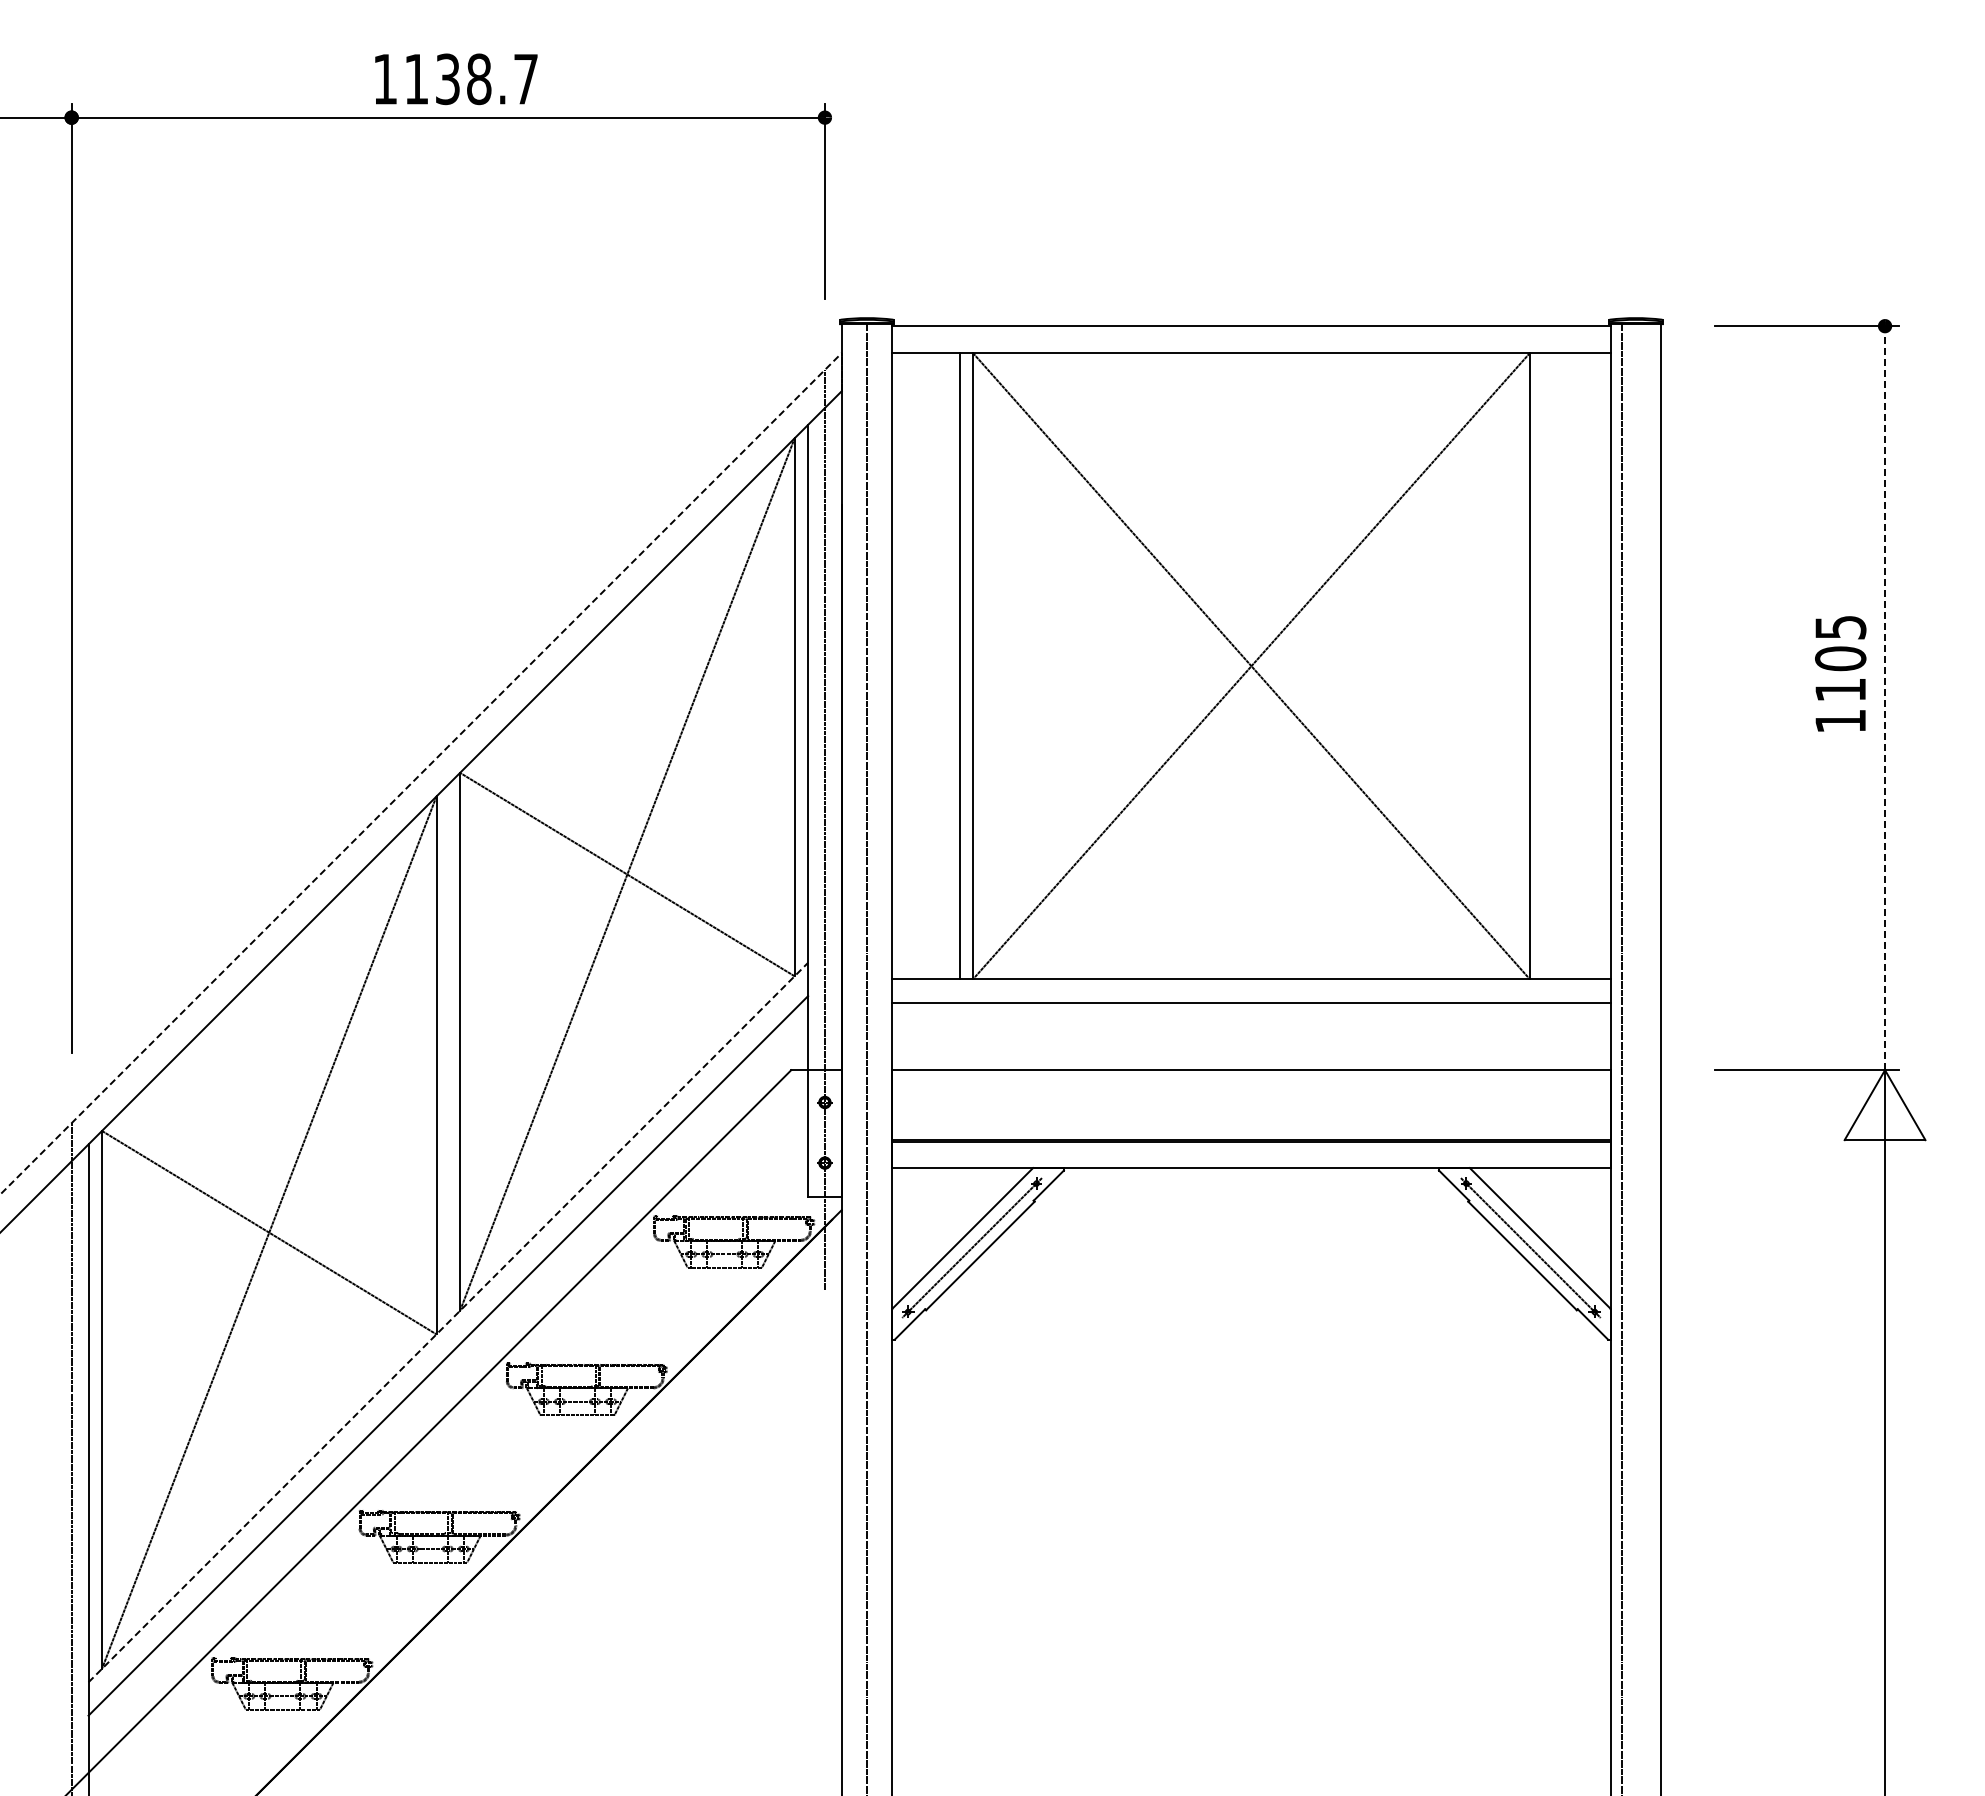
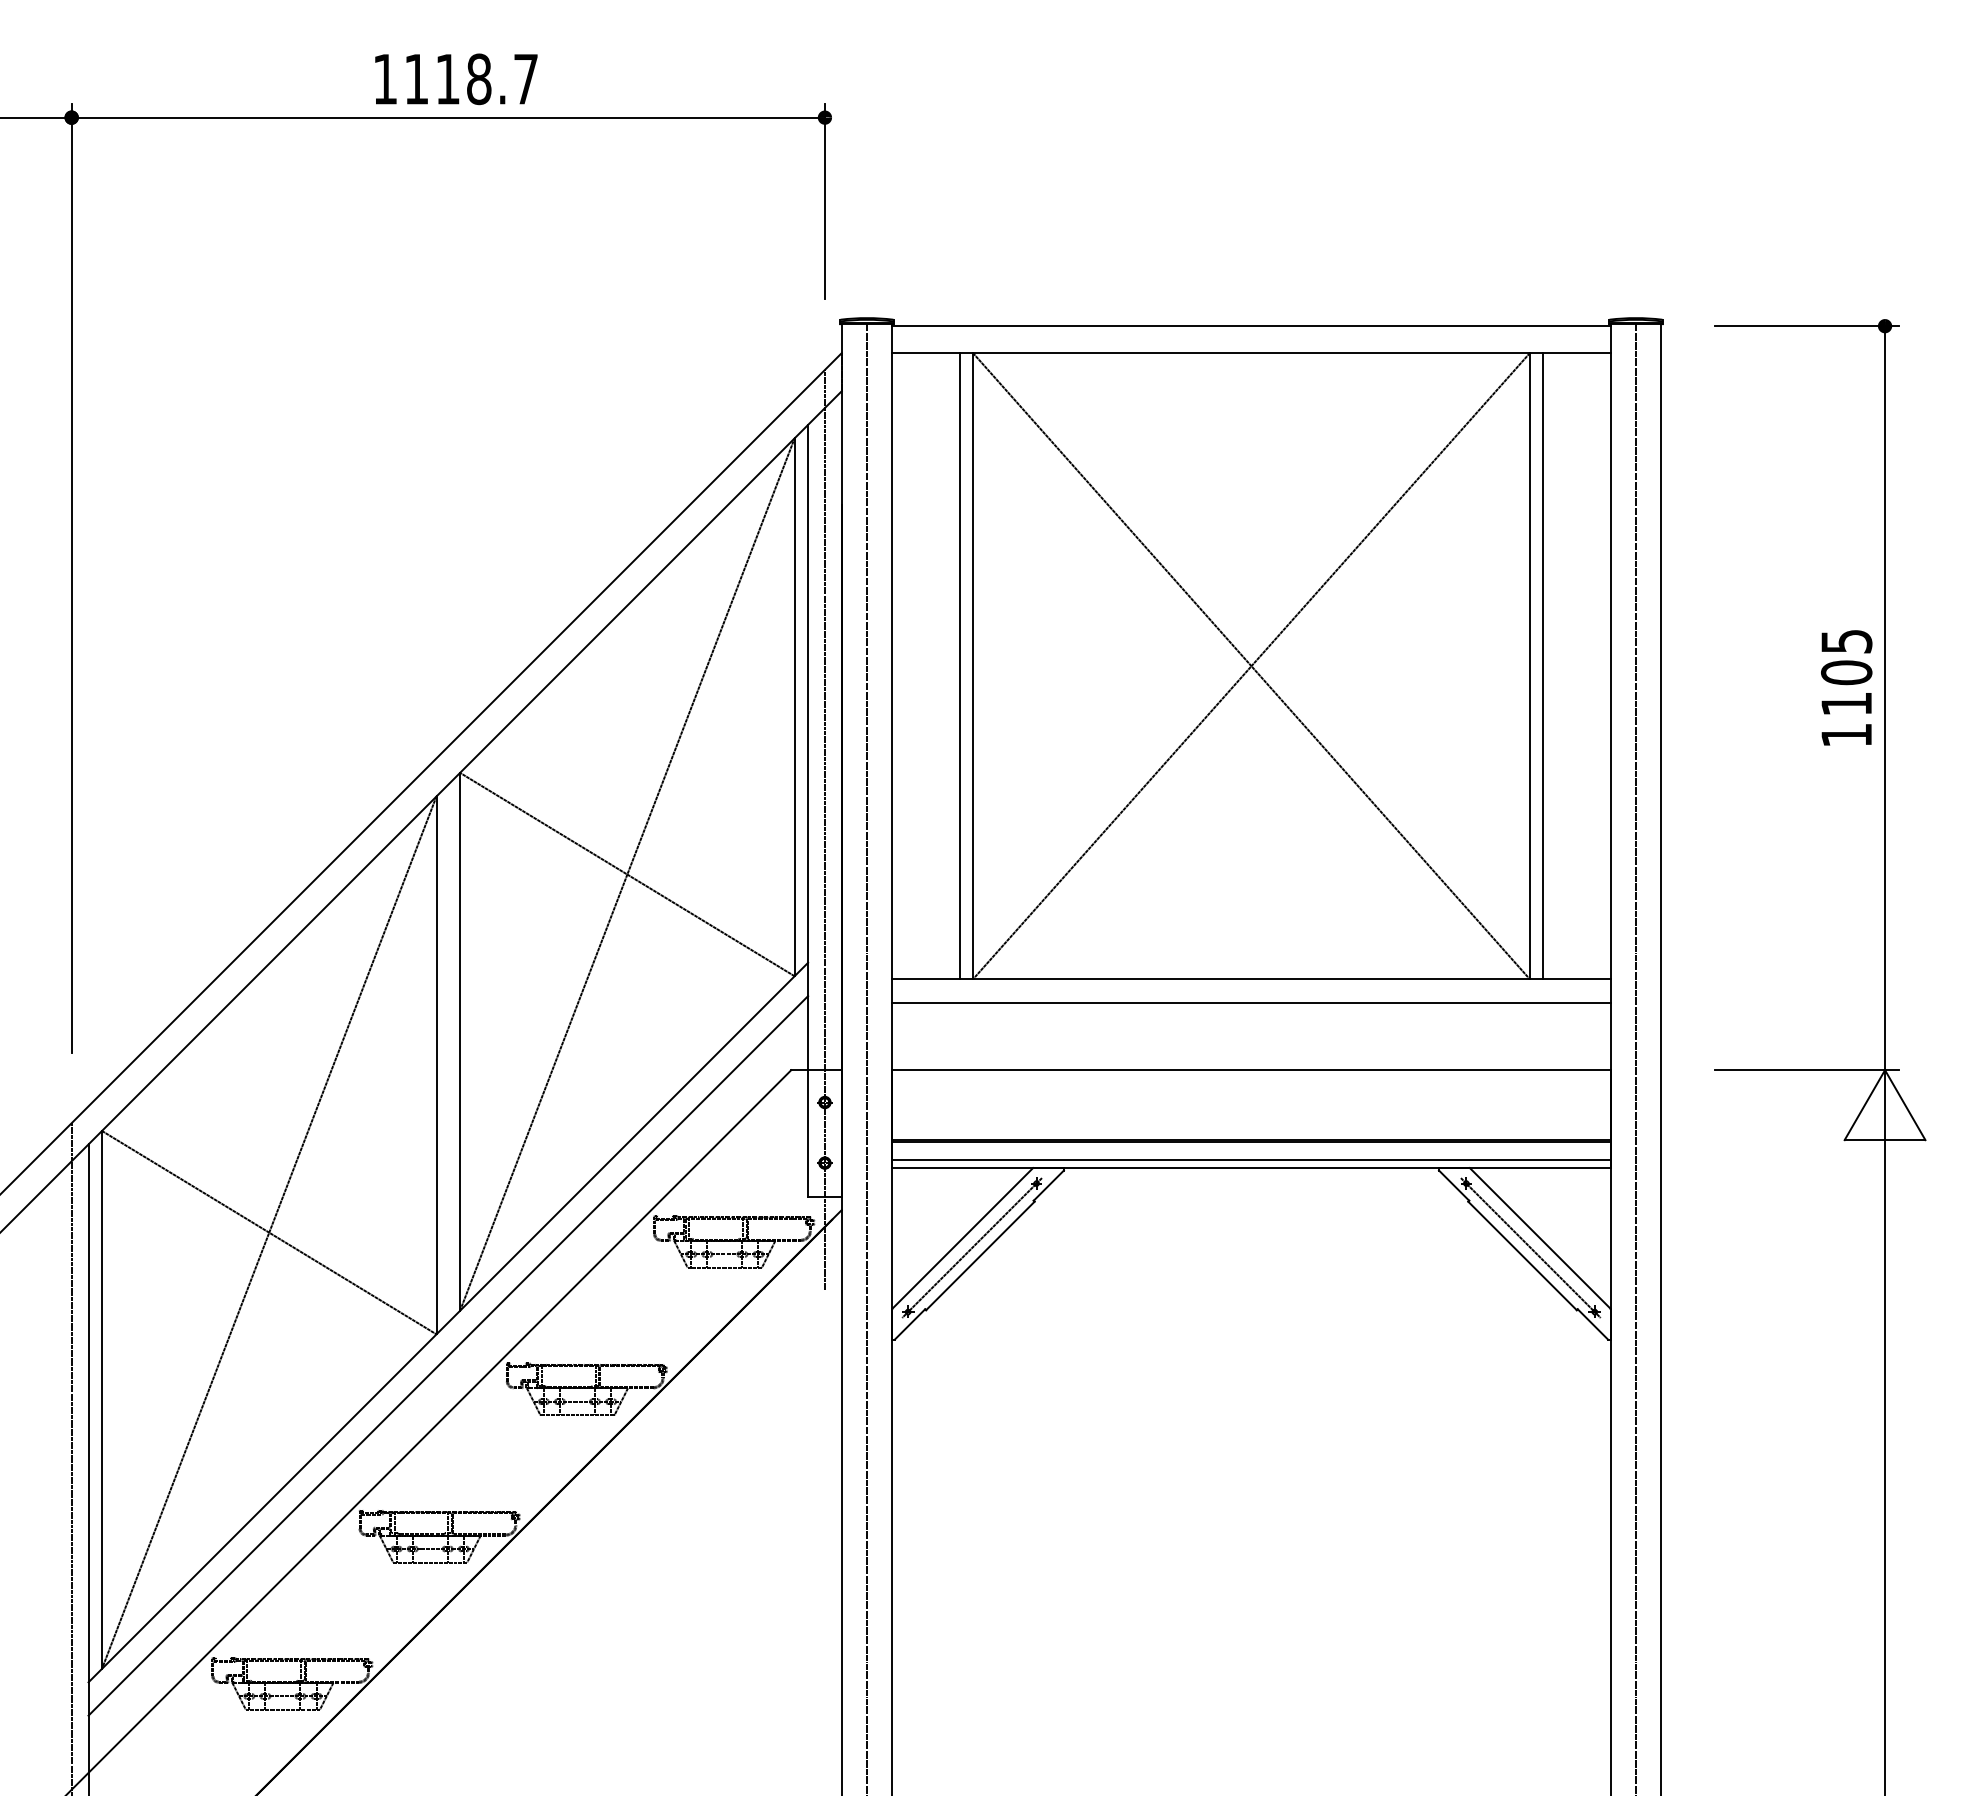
text at (447, 79): 1138.7 -> 1118.7
line at (1543, 666): none -> present
text at (1840, 673) position: (1840, 673) -> (1846, 687)
line at (1885, 698): dashed -> solid
line at (421, 773): dashed -> solid
line at (1621, 1058) position: (1621, 1058) -> (1635, 1058)
line at (1251, 1159): none -> present
line at (448, 1322): dashed -> solid
